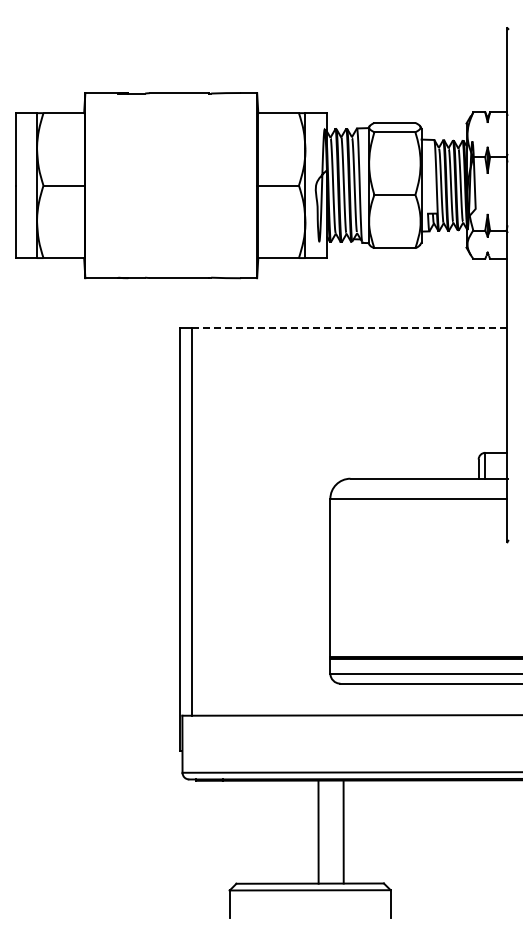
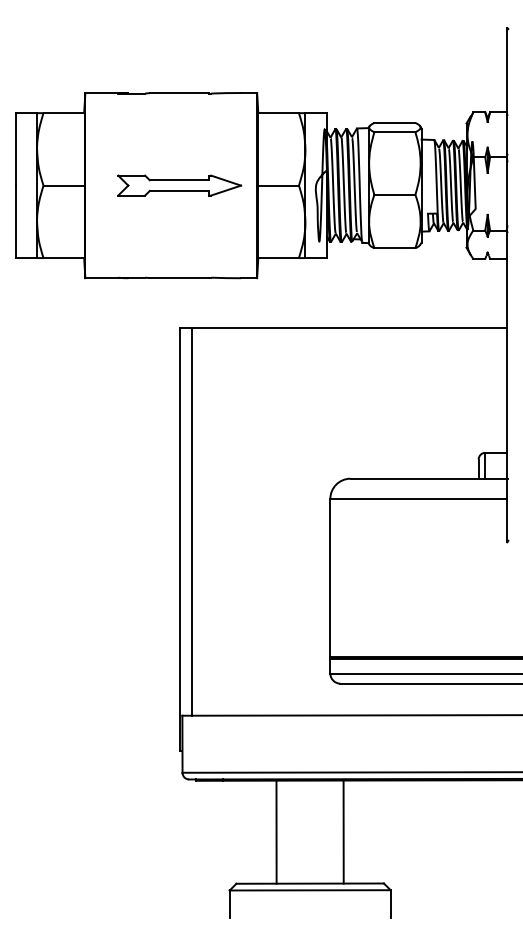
part at (179, 185): none -> present
line at (349, 328): dashed -> solid
line at (318, 831) position: (318, 831) -> (276, 831)
